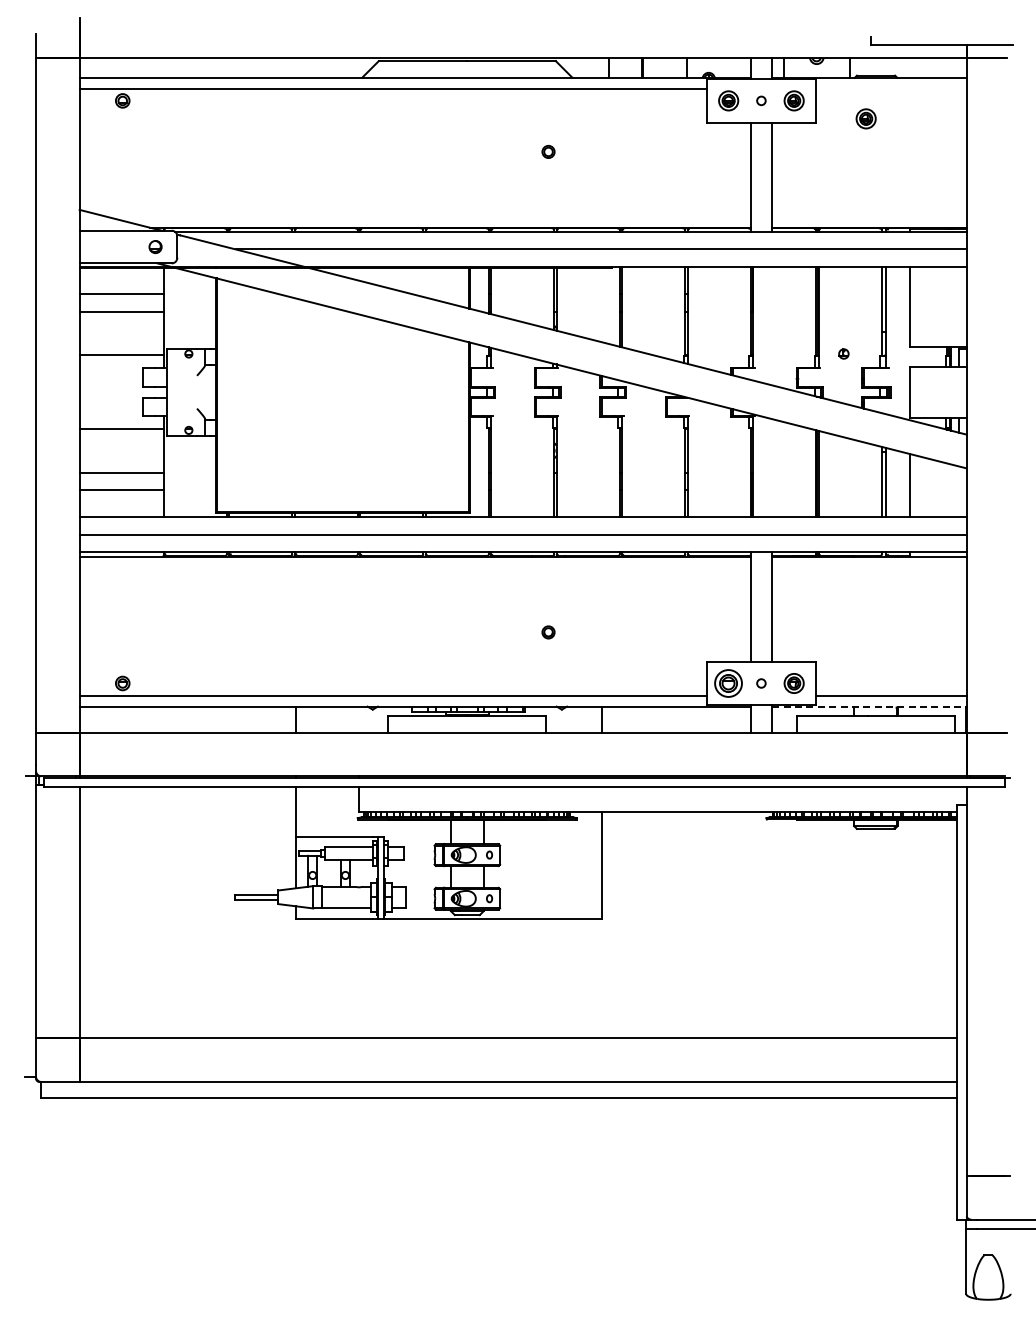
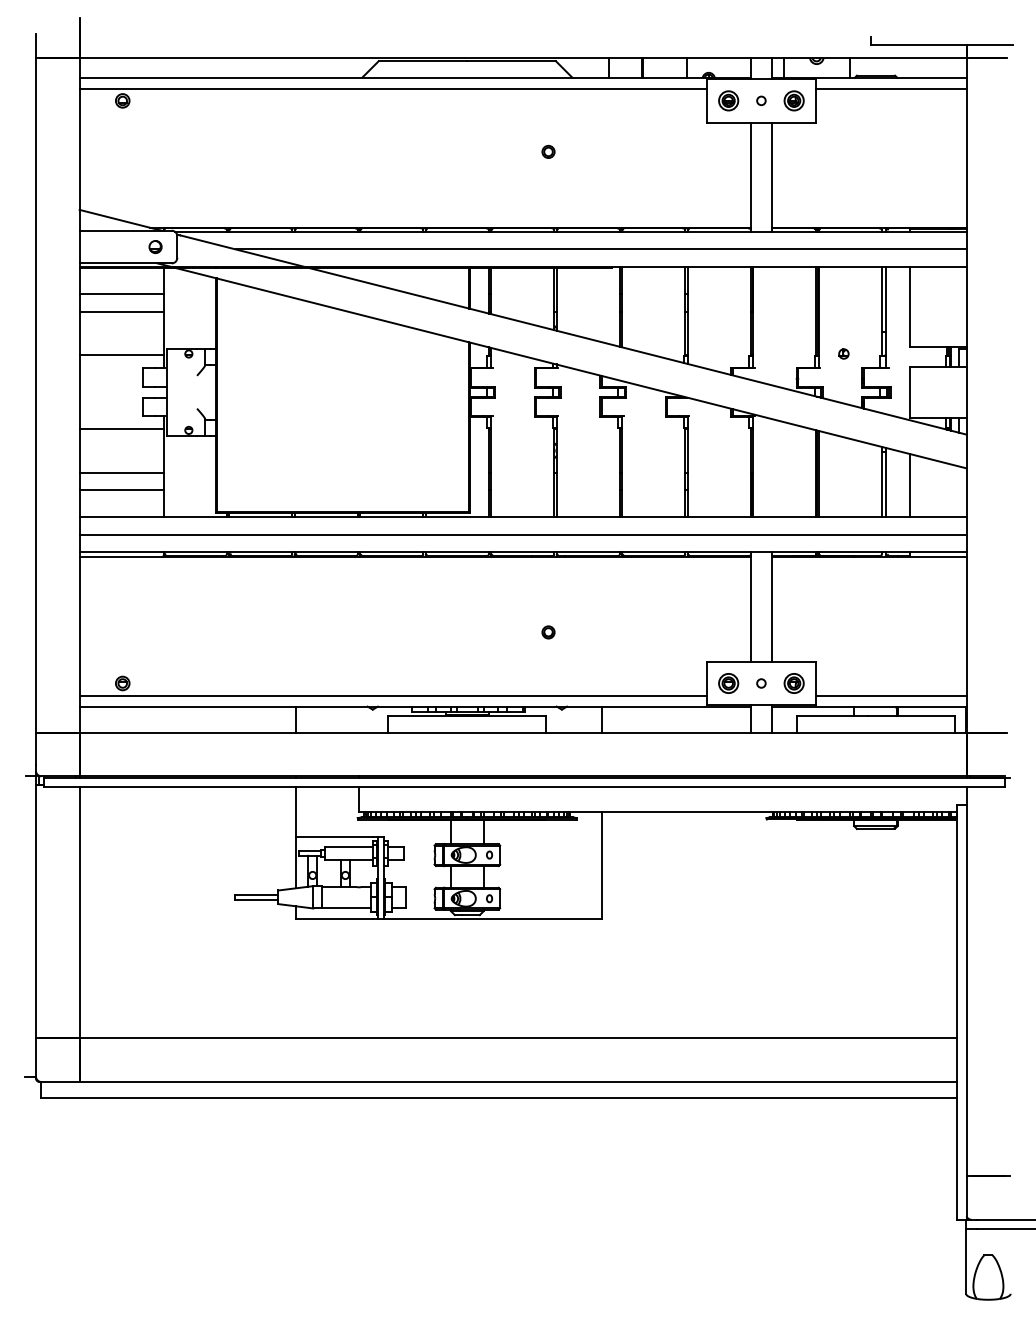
line at (891, 88): none -> present
part at (865, 118): present -> none
part at (728, 683) size: 29x29 px -> 22x21 px
line at (869, 706): dashed -> solid
